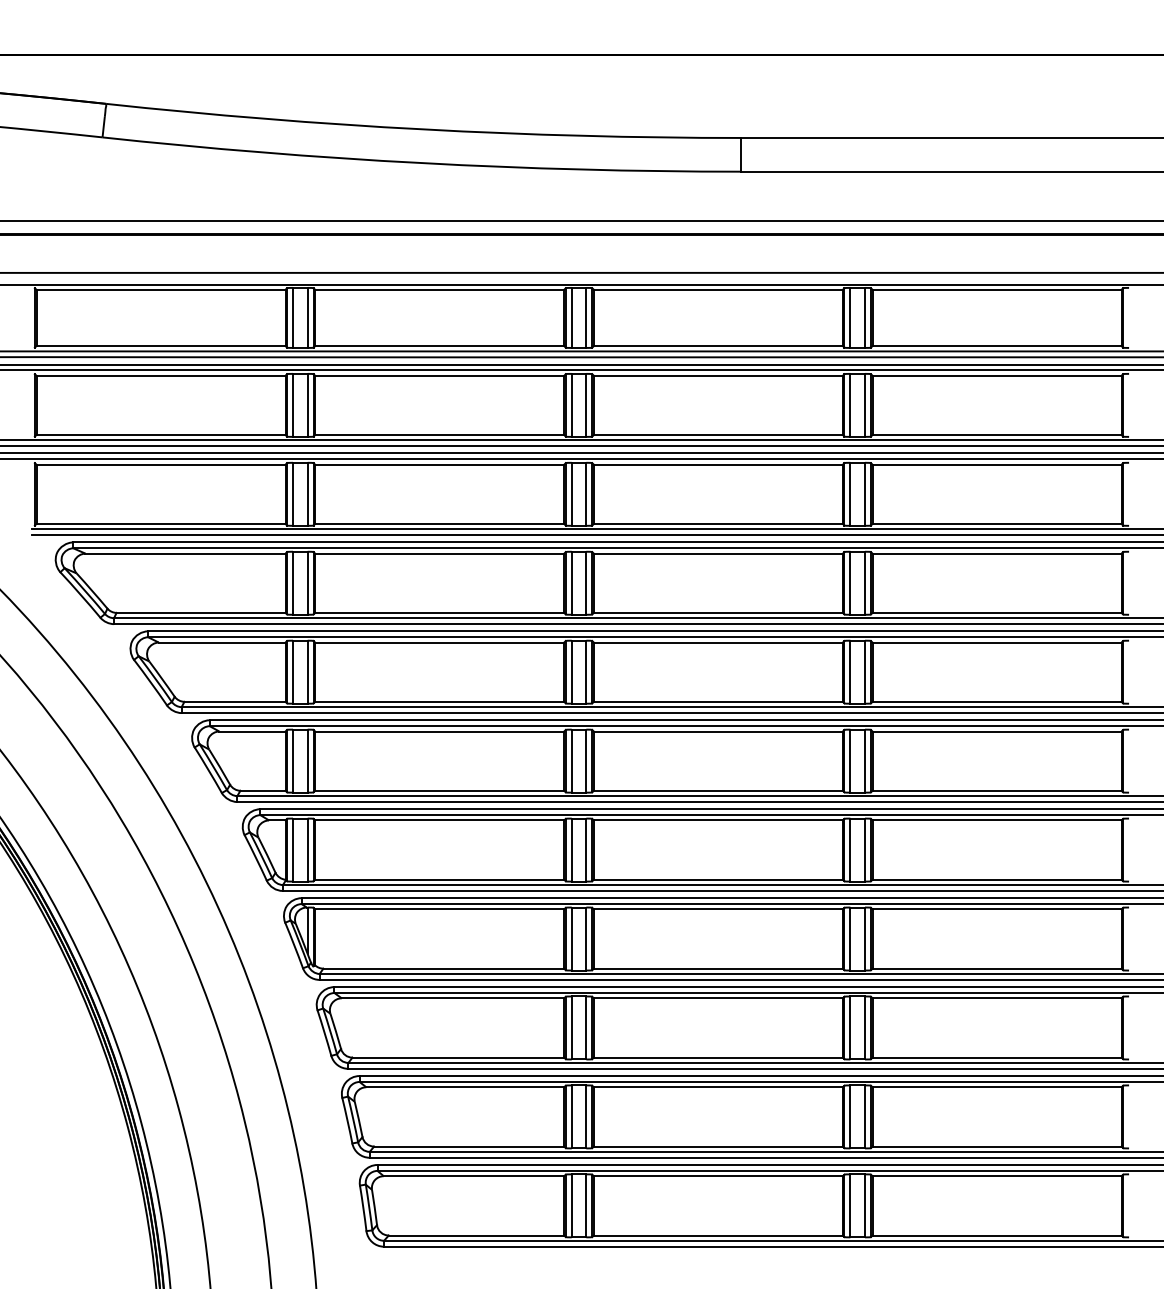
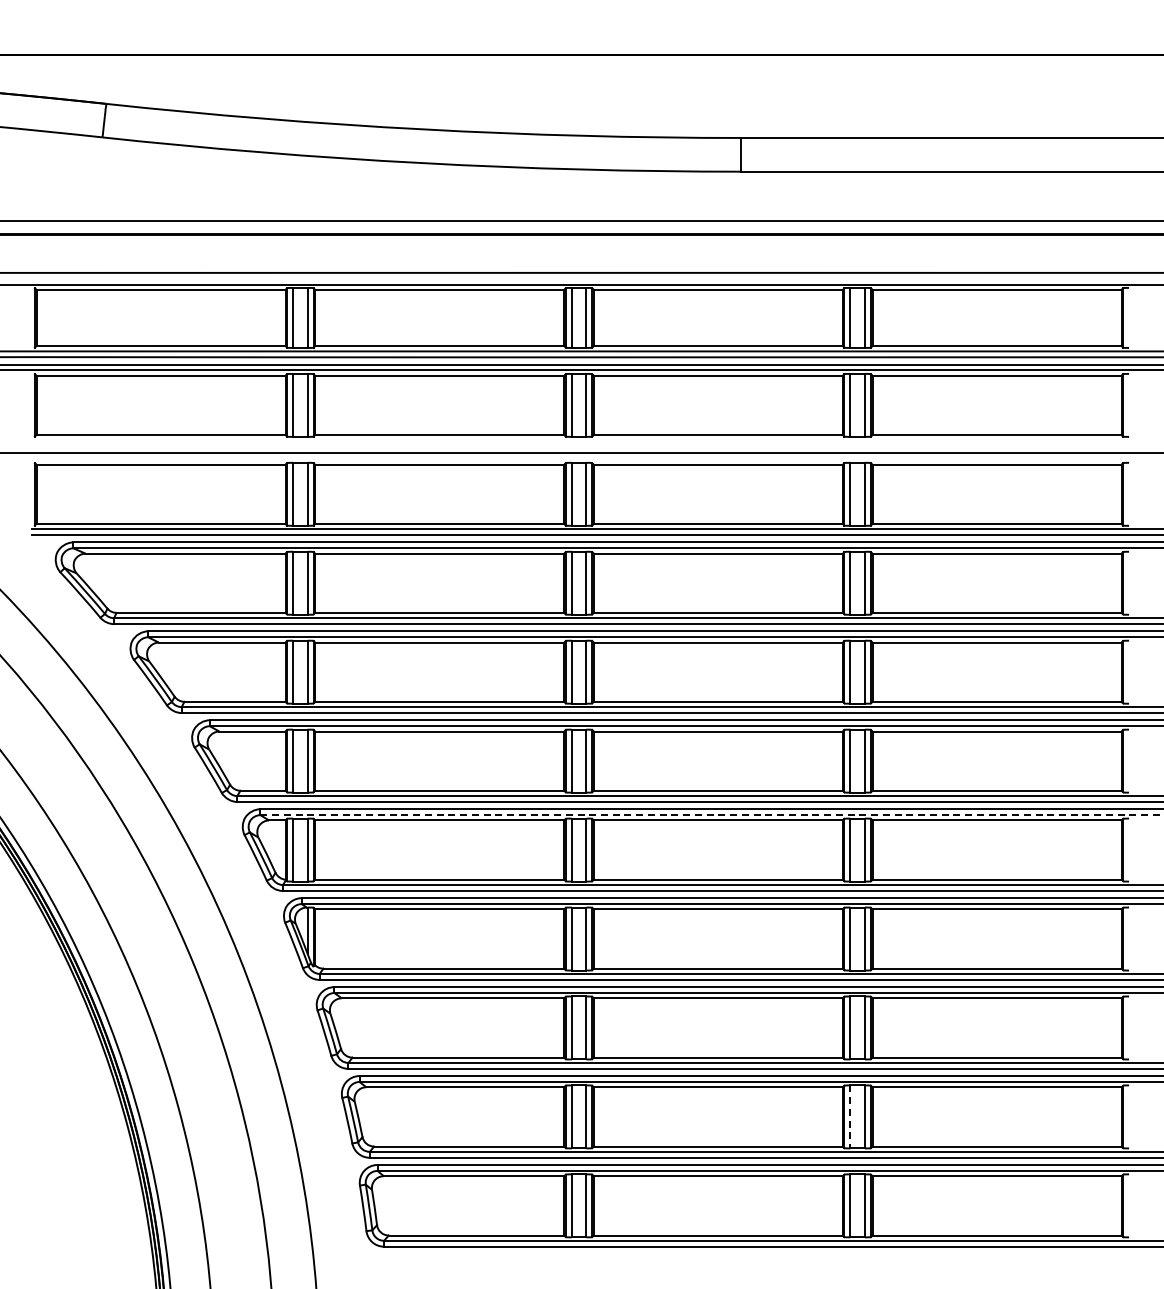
line at (581, 440): present -> none
line at (581, 446): present -> none
line at (581, 459): present -> none
line at (712, 815): solid -> dashed
line at (850, 1116): solid -> dashed
